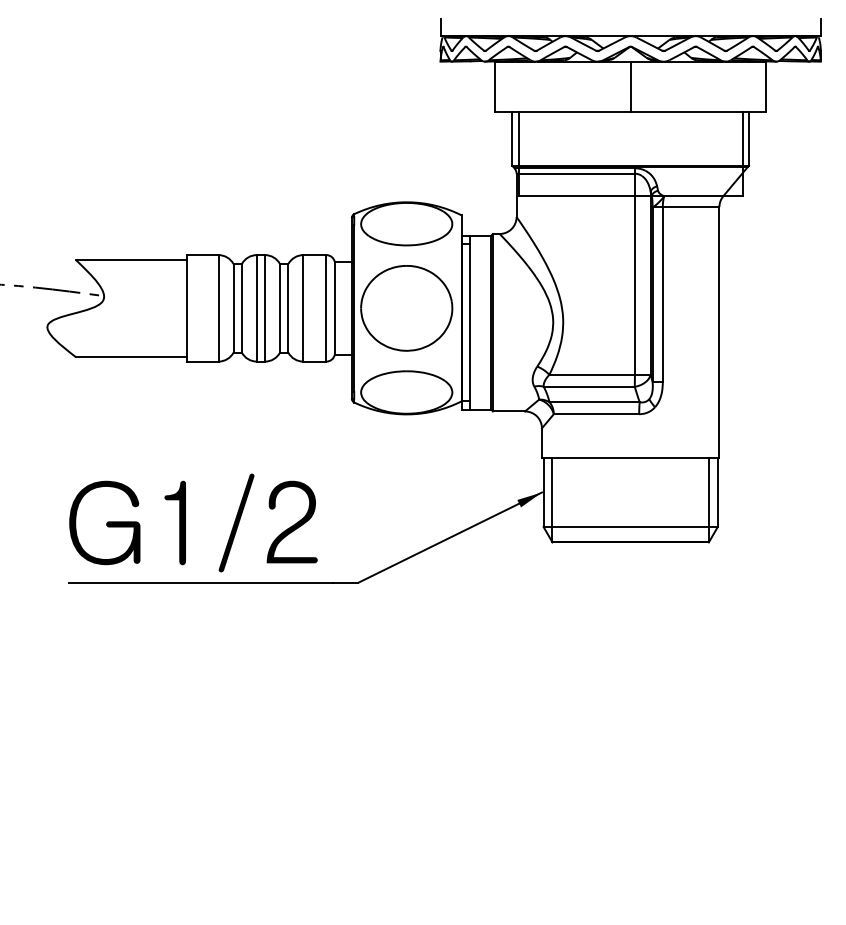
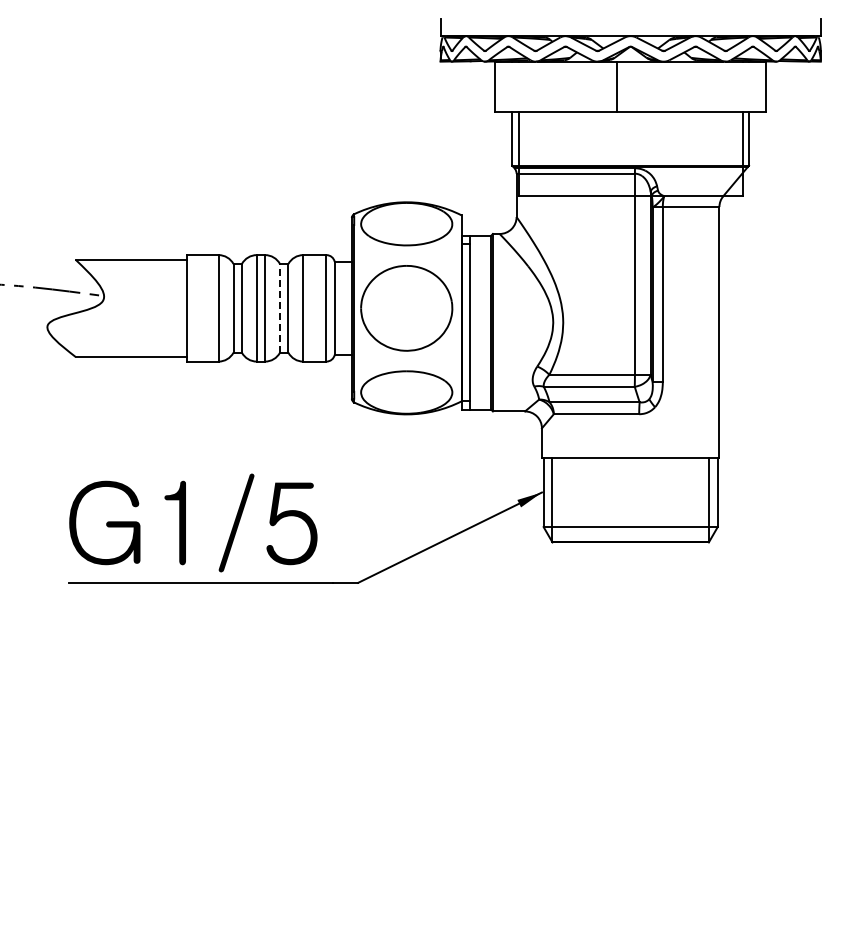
line at (630, 86) position: (630, 86) -> (616, 86)
line at (279, 307): solid -> dashed
text at (291, 522): G1/2 -> G1/5
